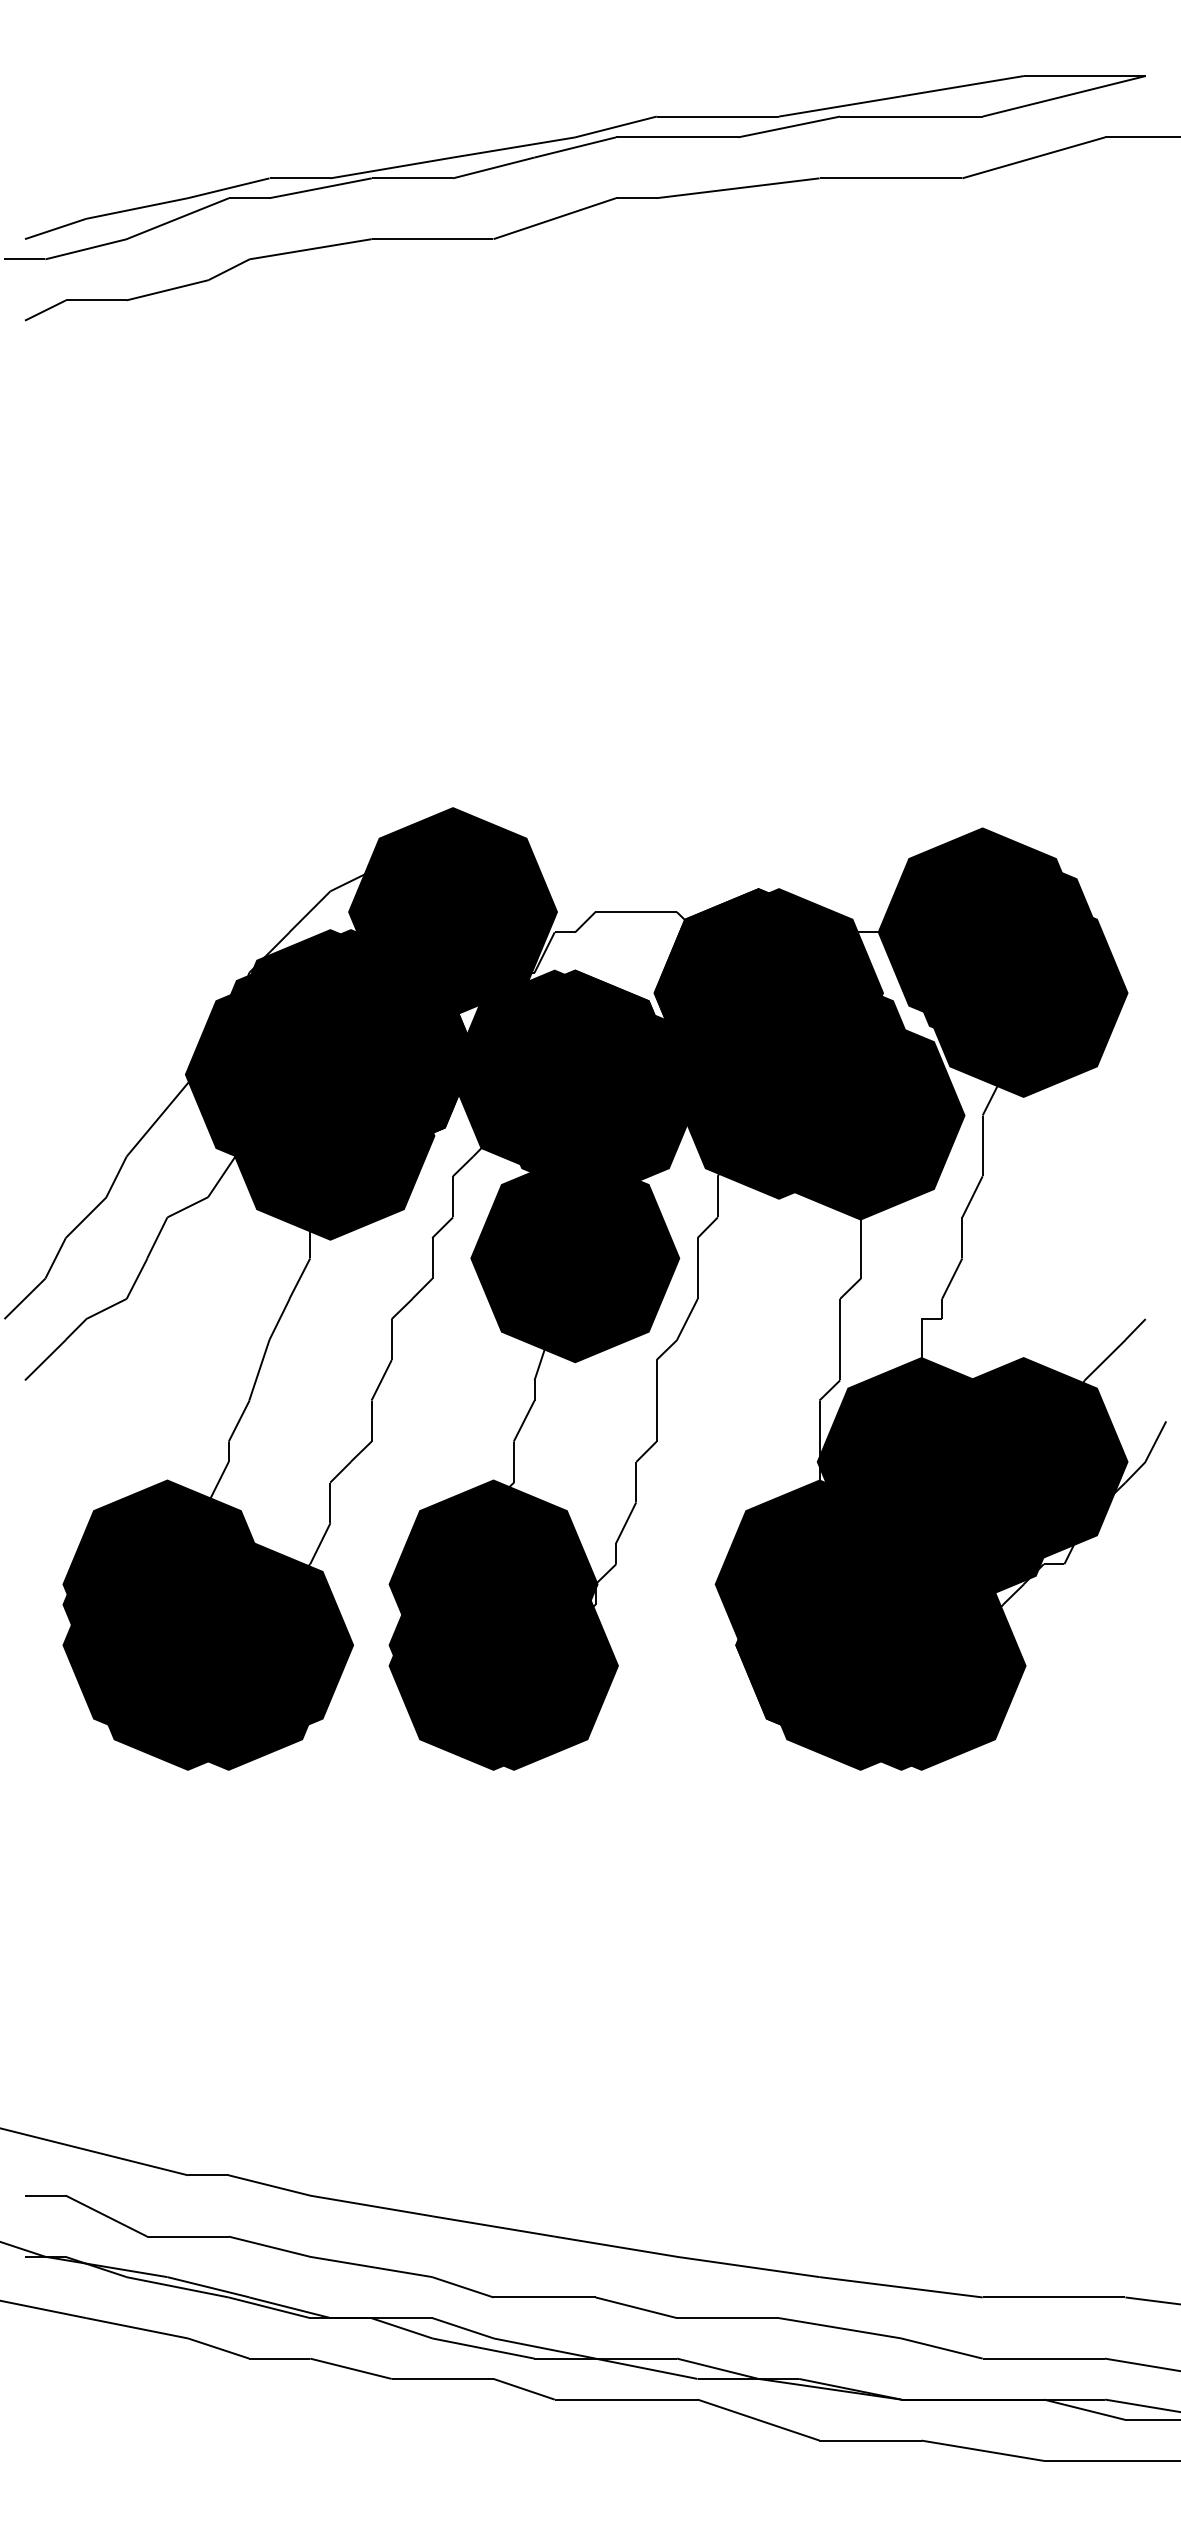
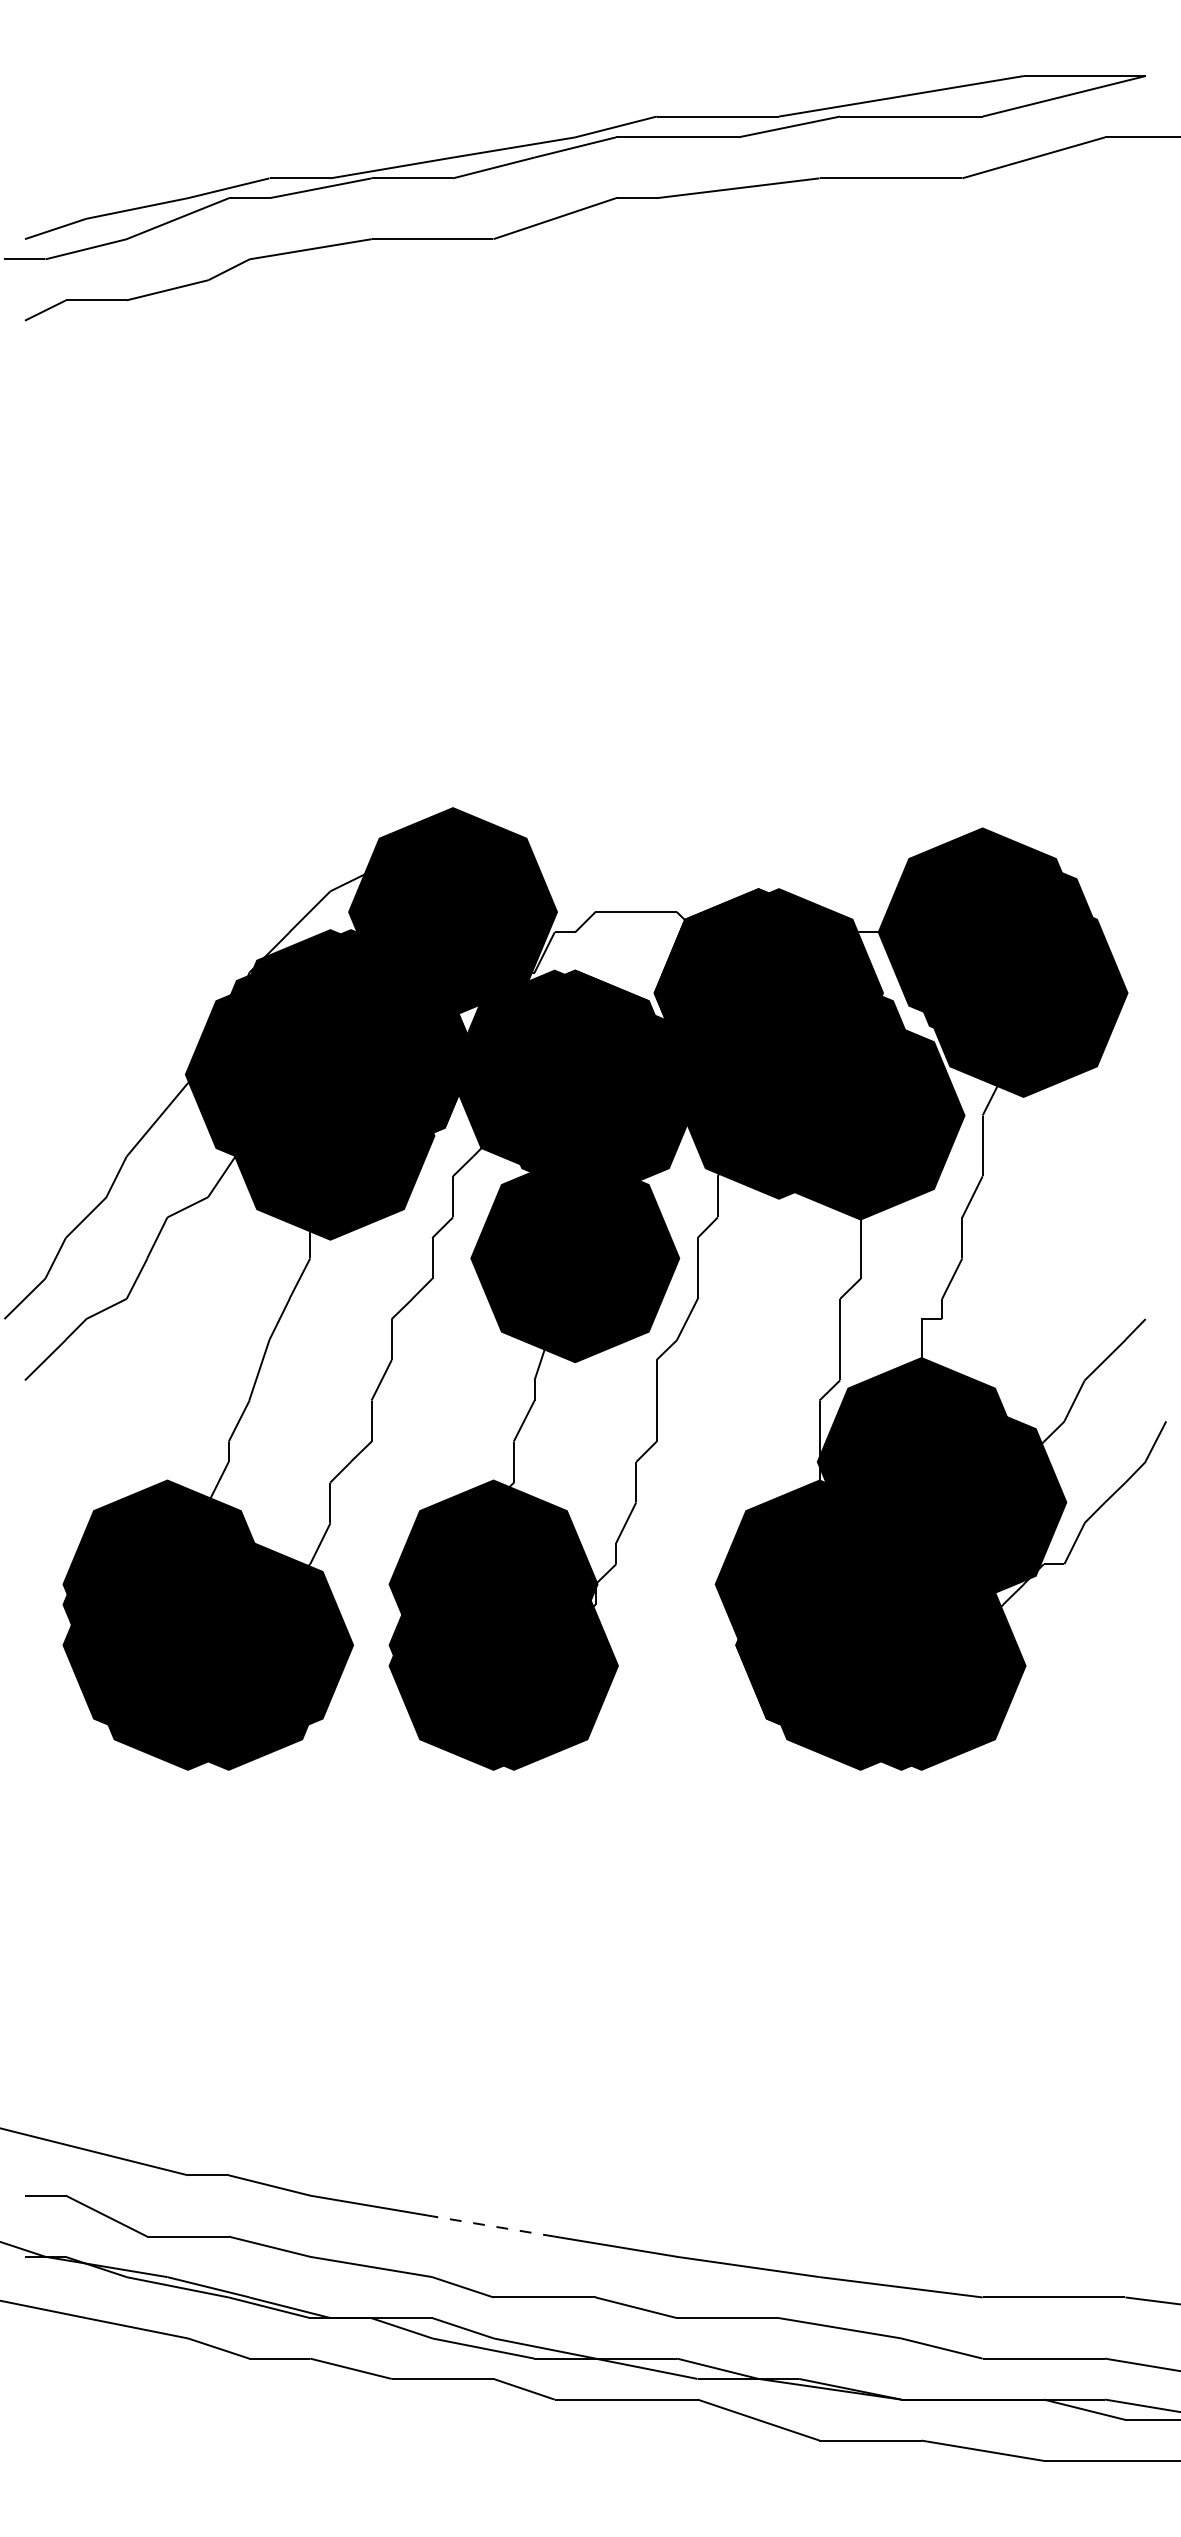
fill at (1023, 1461): present -> none
line at (493, 2226): solid -> dashed
